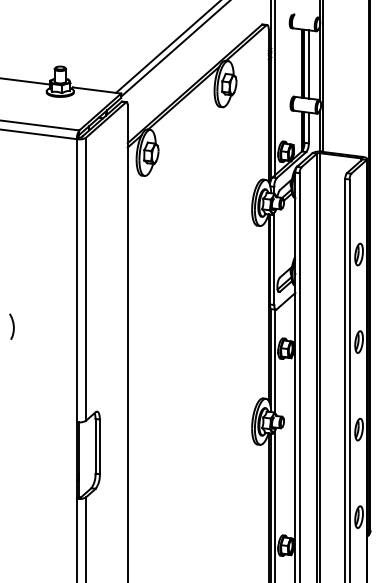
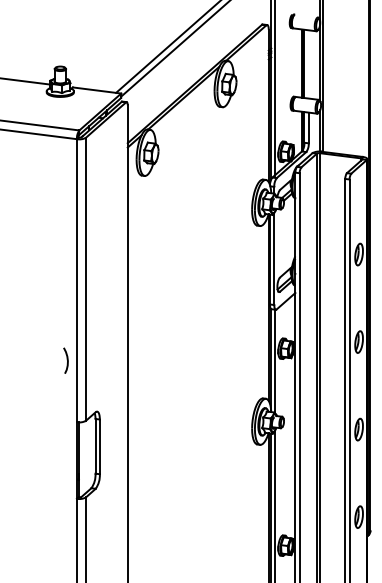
line at (308, 64): present -> none
curve at (12, 325) position: (12, 325) -> (66, 359)
